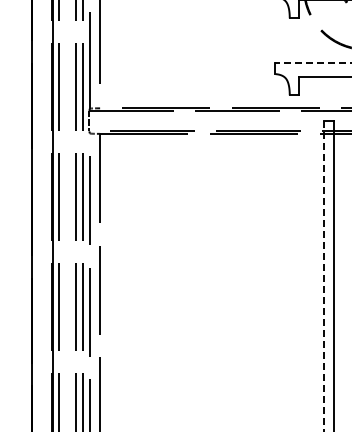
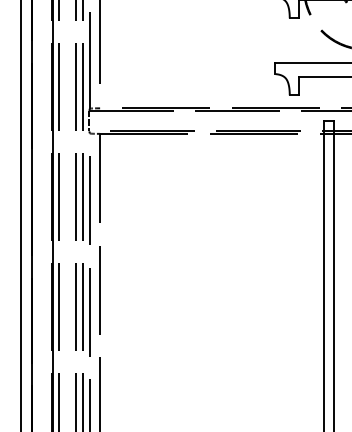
line at (313, 63): dashed -> solid
line at (21, 215): none -> present
line at (323, 276): dashed -> solid
